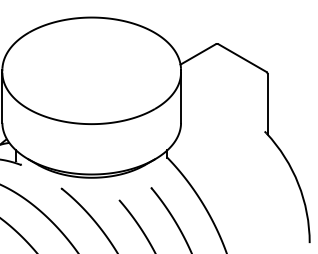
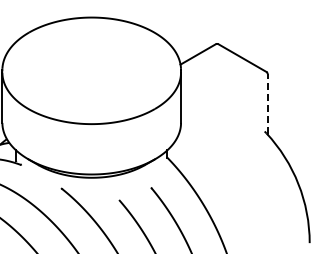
line at (267, 104): solid -> dashed
